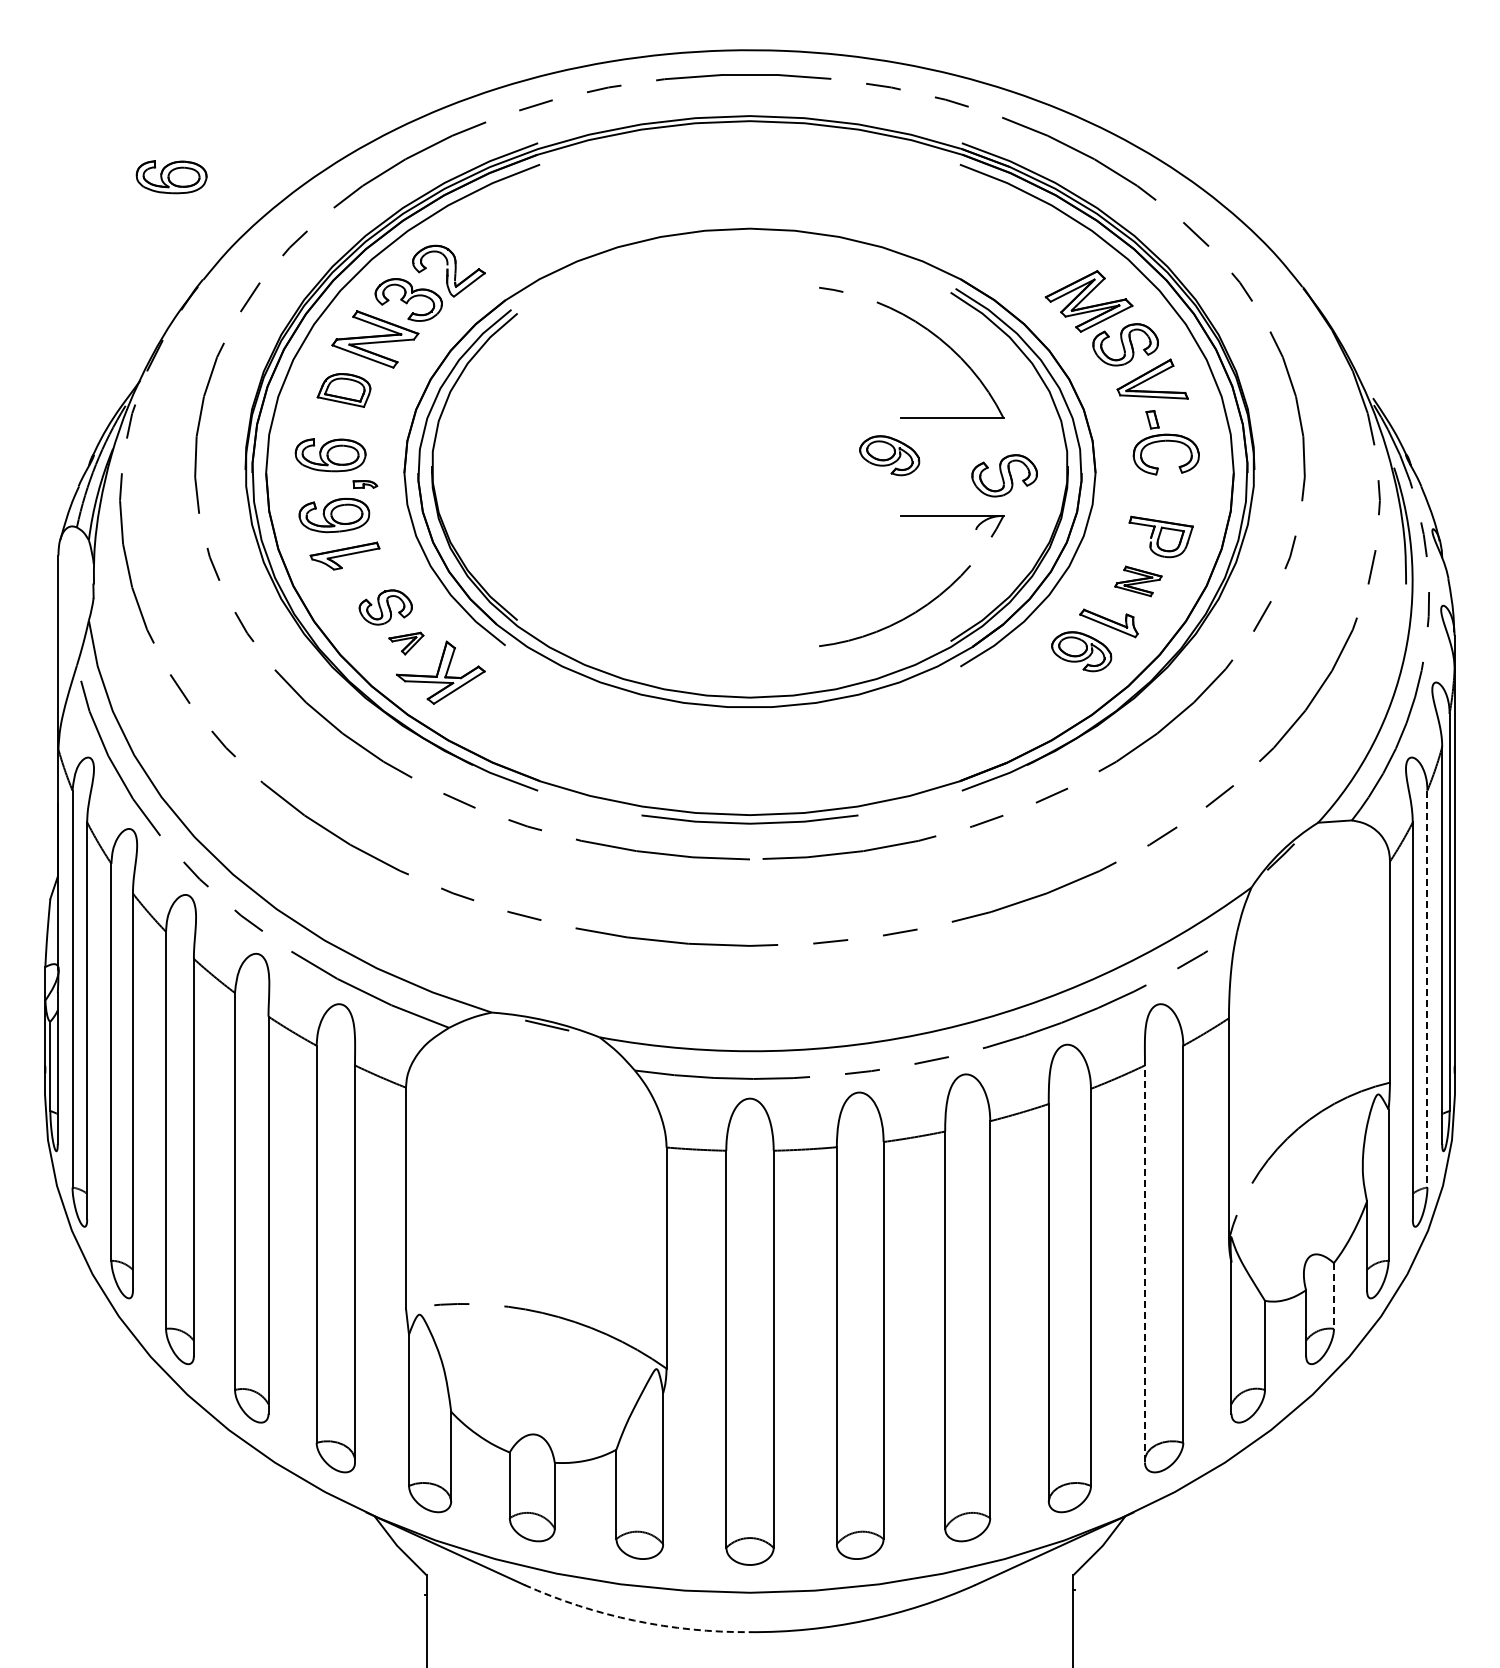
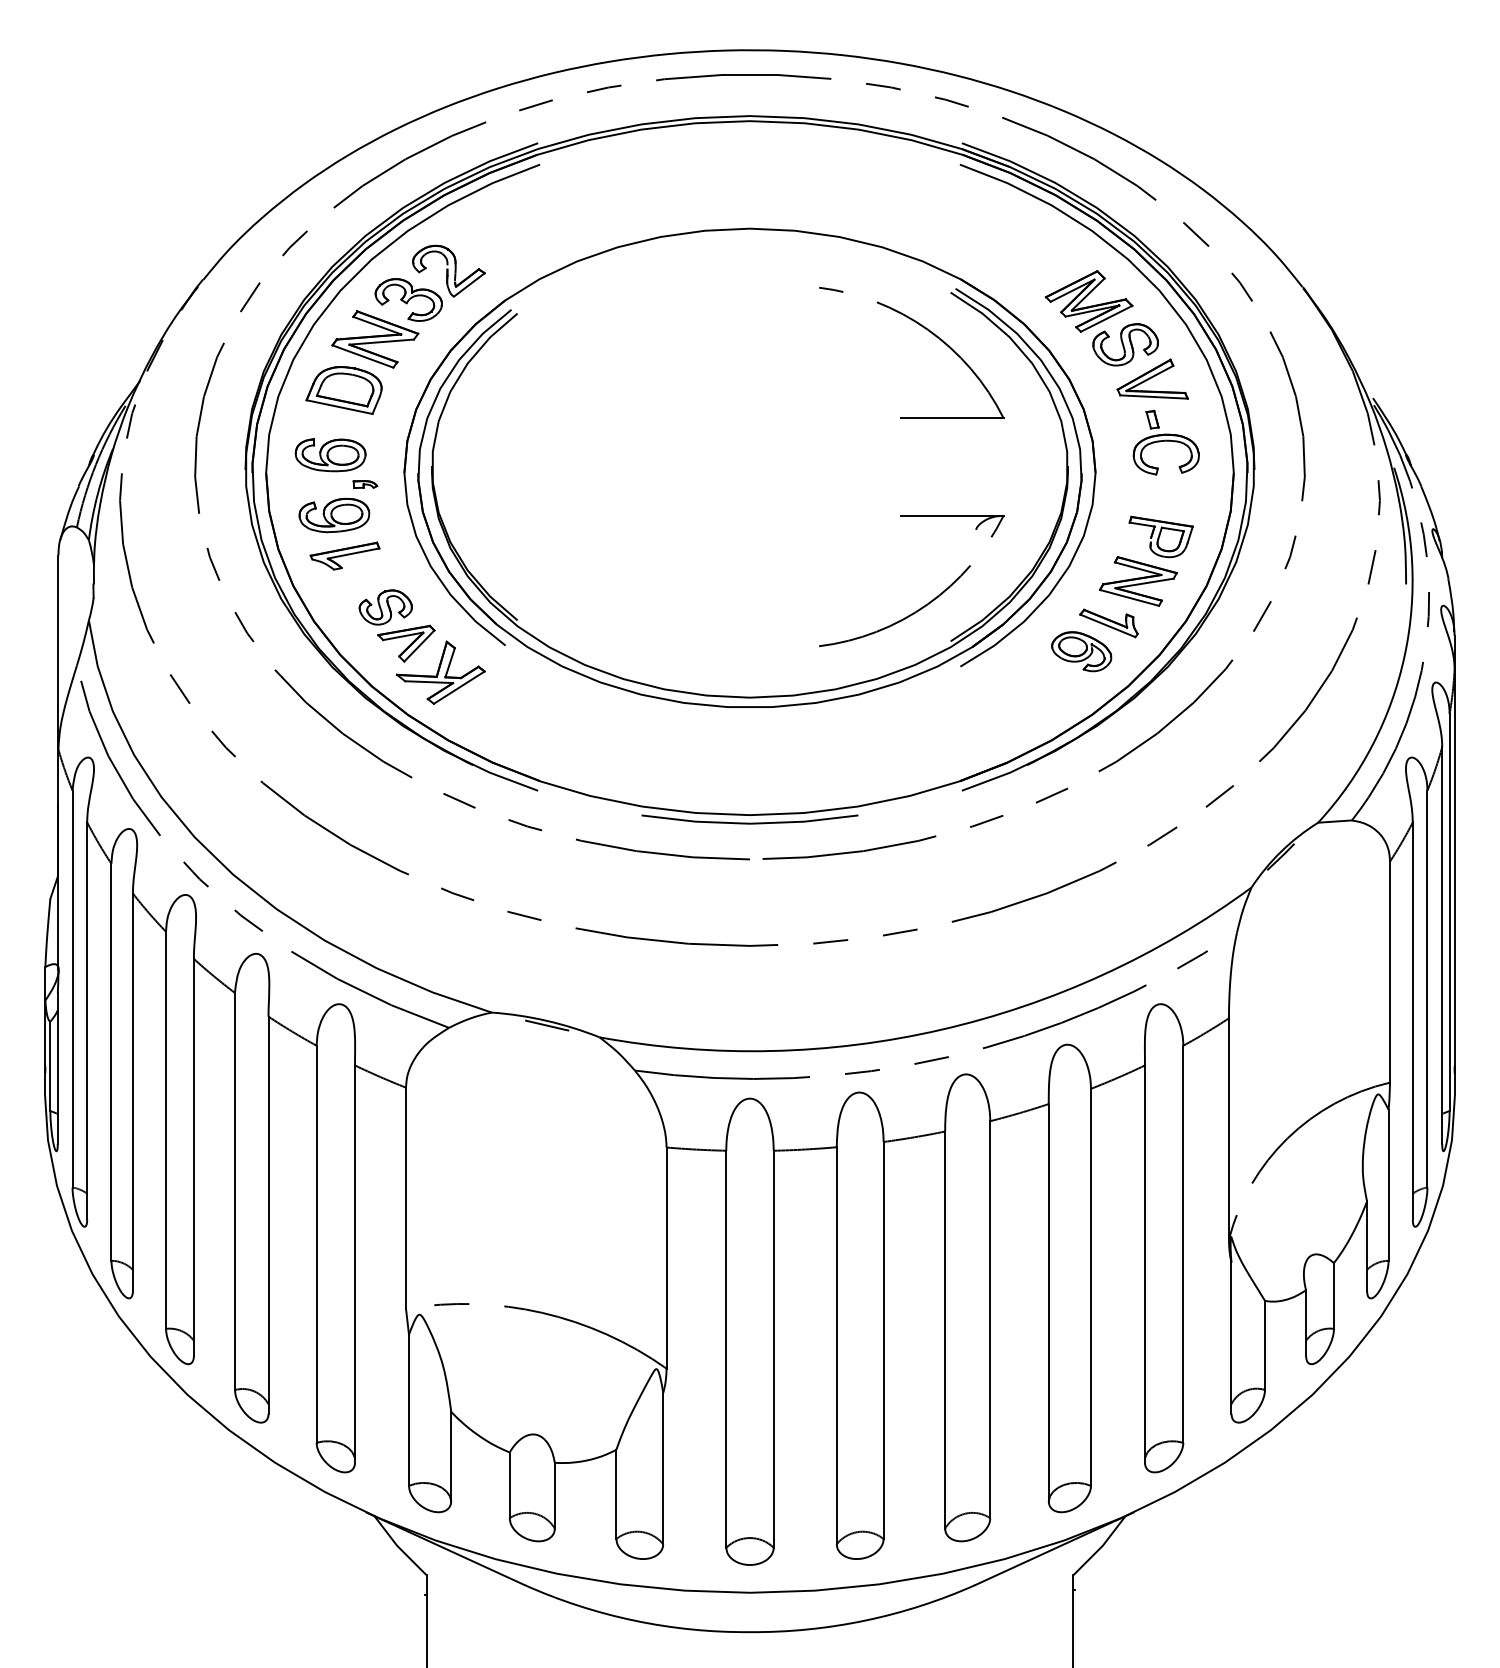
part at (171, 177): present -> none
part at (343, 390) size: 56x35 px -> 78x49 px
part at (889, 455): present -> none
part at (1004, 475): present -> none
part at (1138, 581) size: 49x33 px -> 79x51 px
part at (406, 643) size: 37x25 px -> 59x39 px
line at (1427, 989): dashed -> solid
line at (1144, 1263): dashed -> solid
line at (1333, 1295): dashed -> solid
arc at (634, 1620): dashed -> solid
